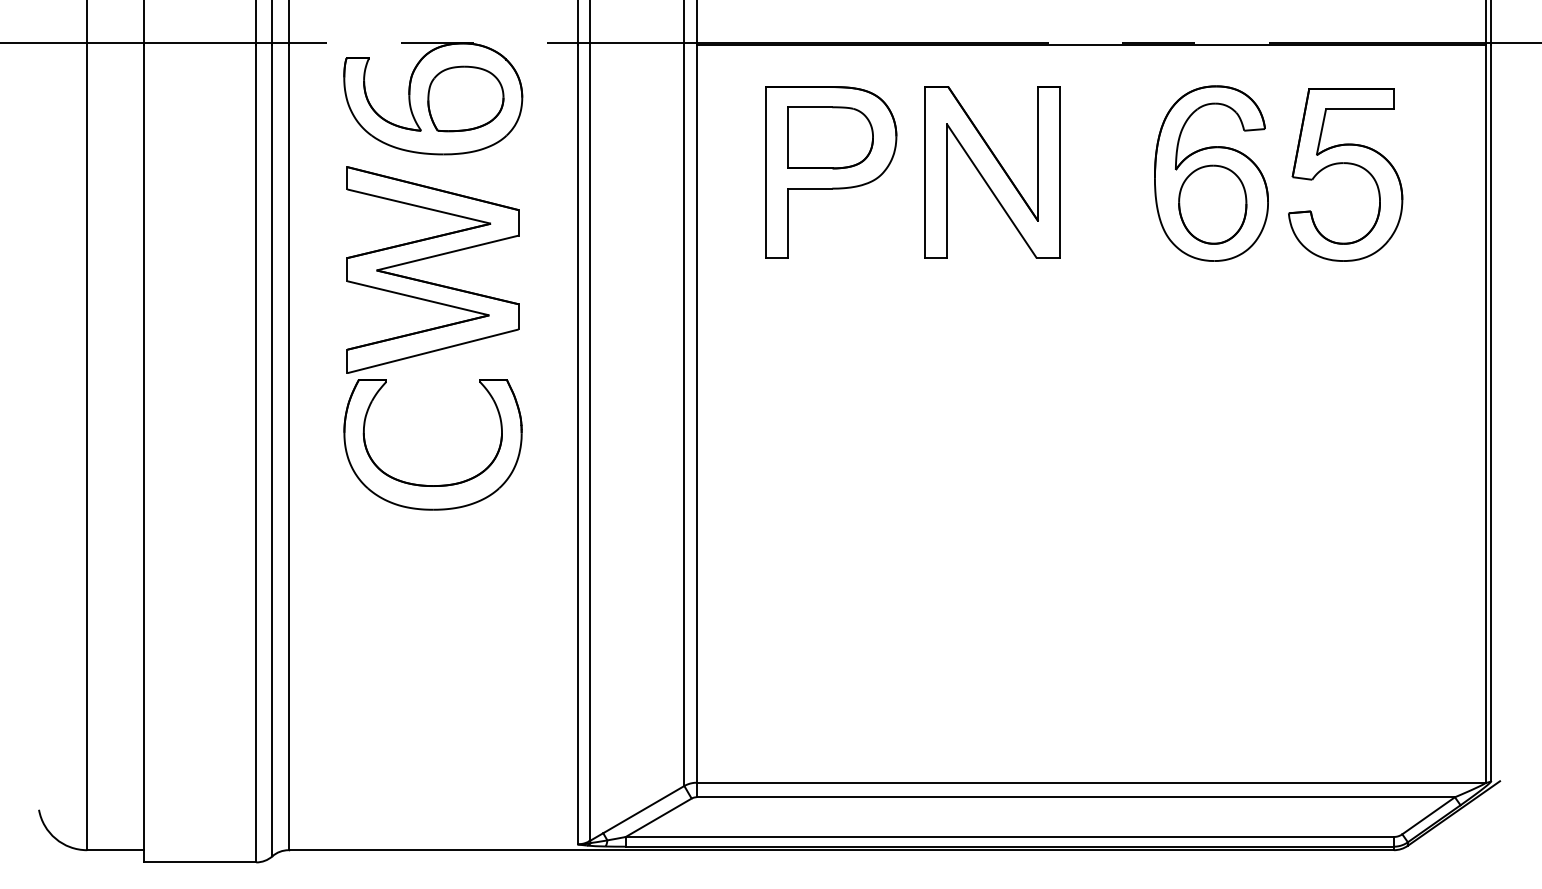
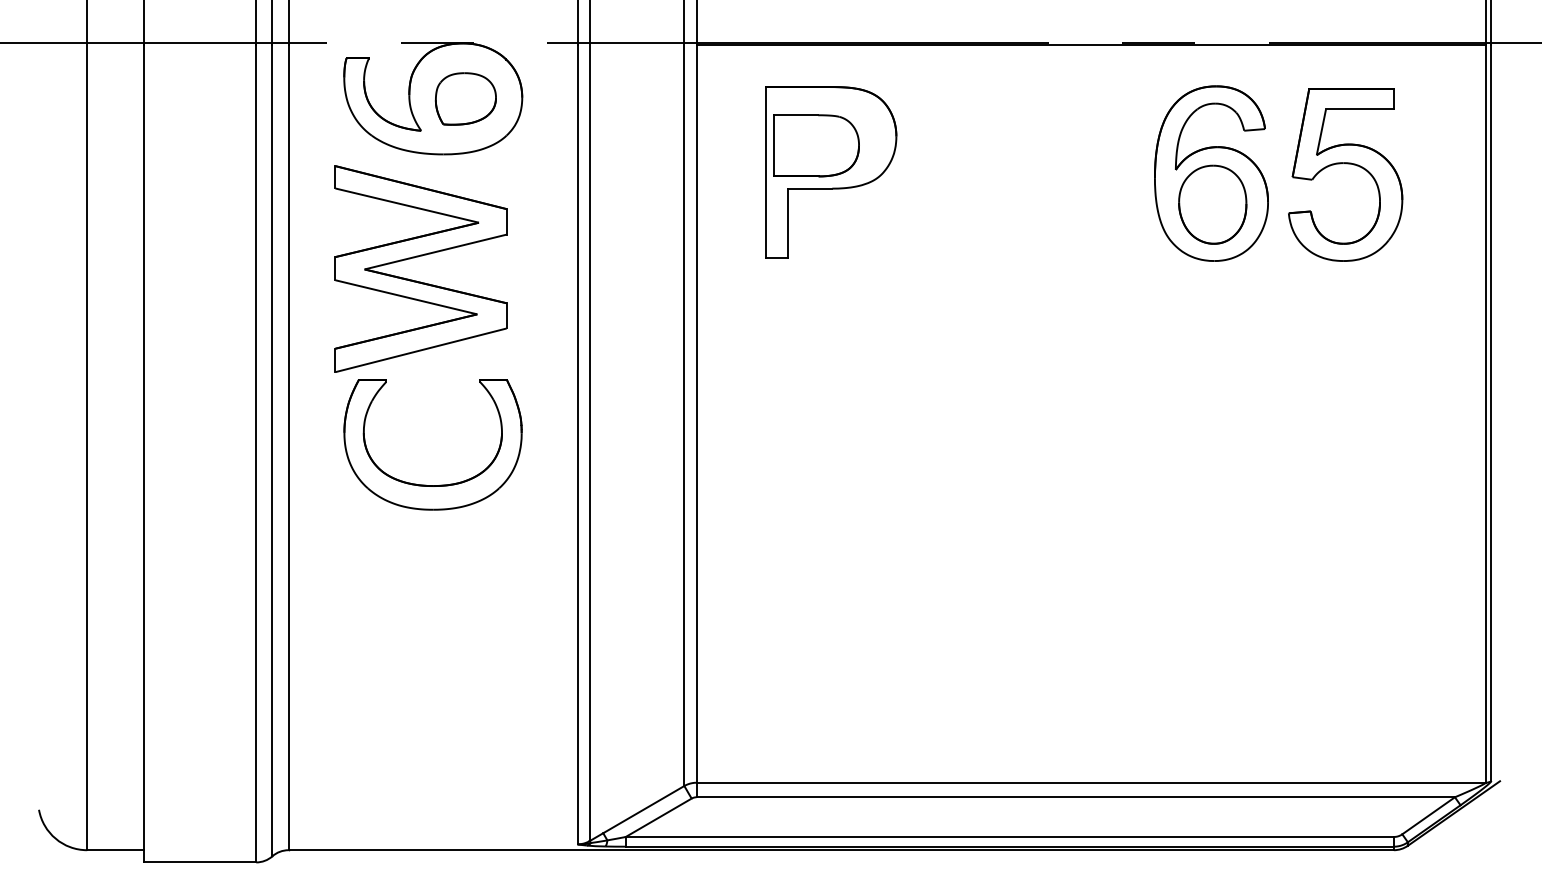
part at (465, 98) size: 78x68 px -> 63x54 px
part at (830, 137) position: (830, 137) -> (816, 145)
part at (992, 172): present -> none
part at (430, 258) position: (430, 258) -> (418, 257)
